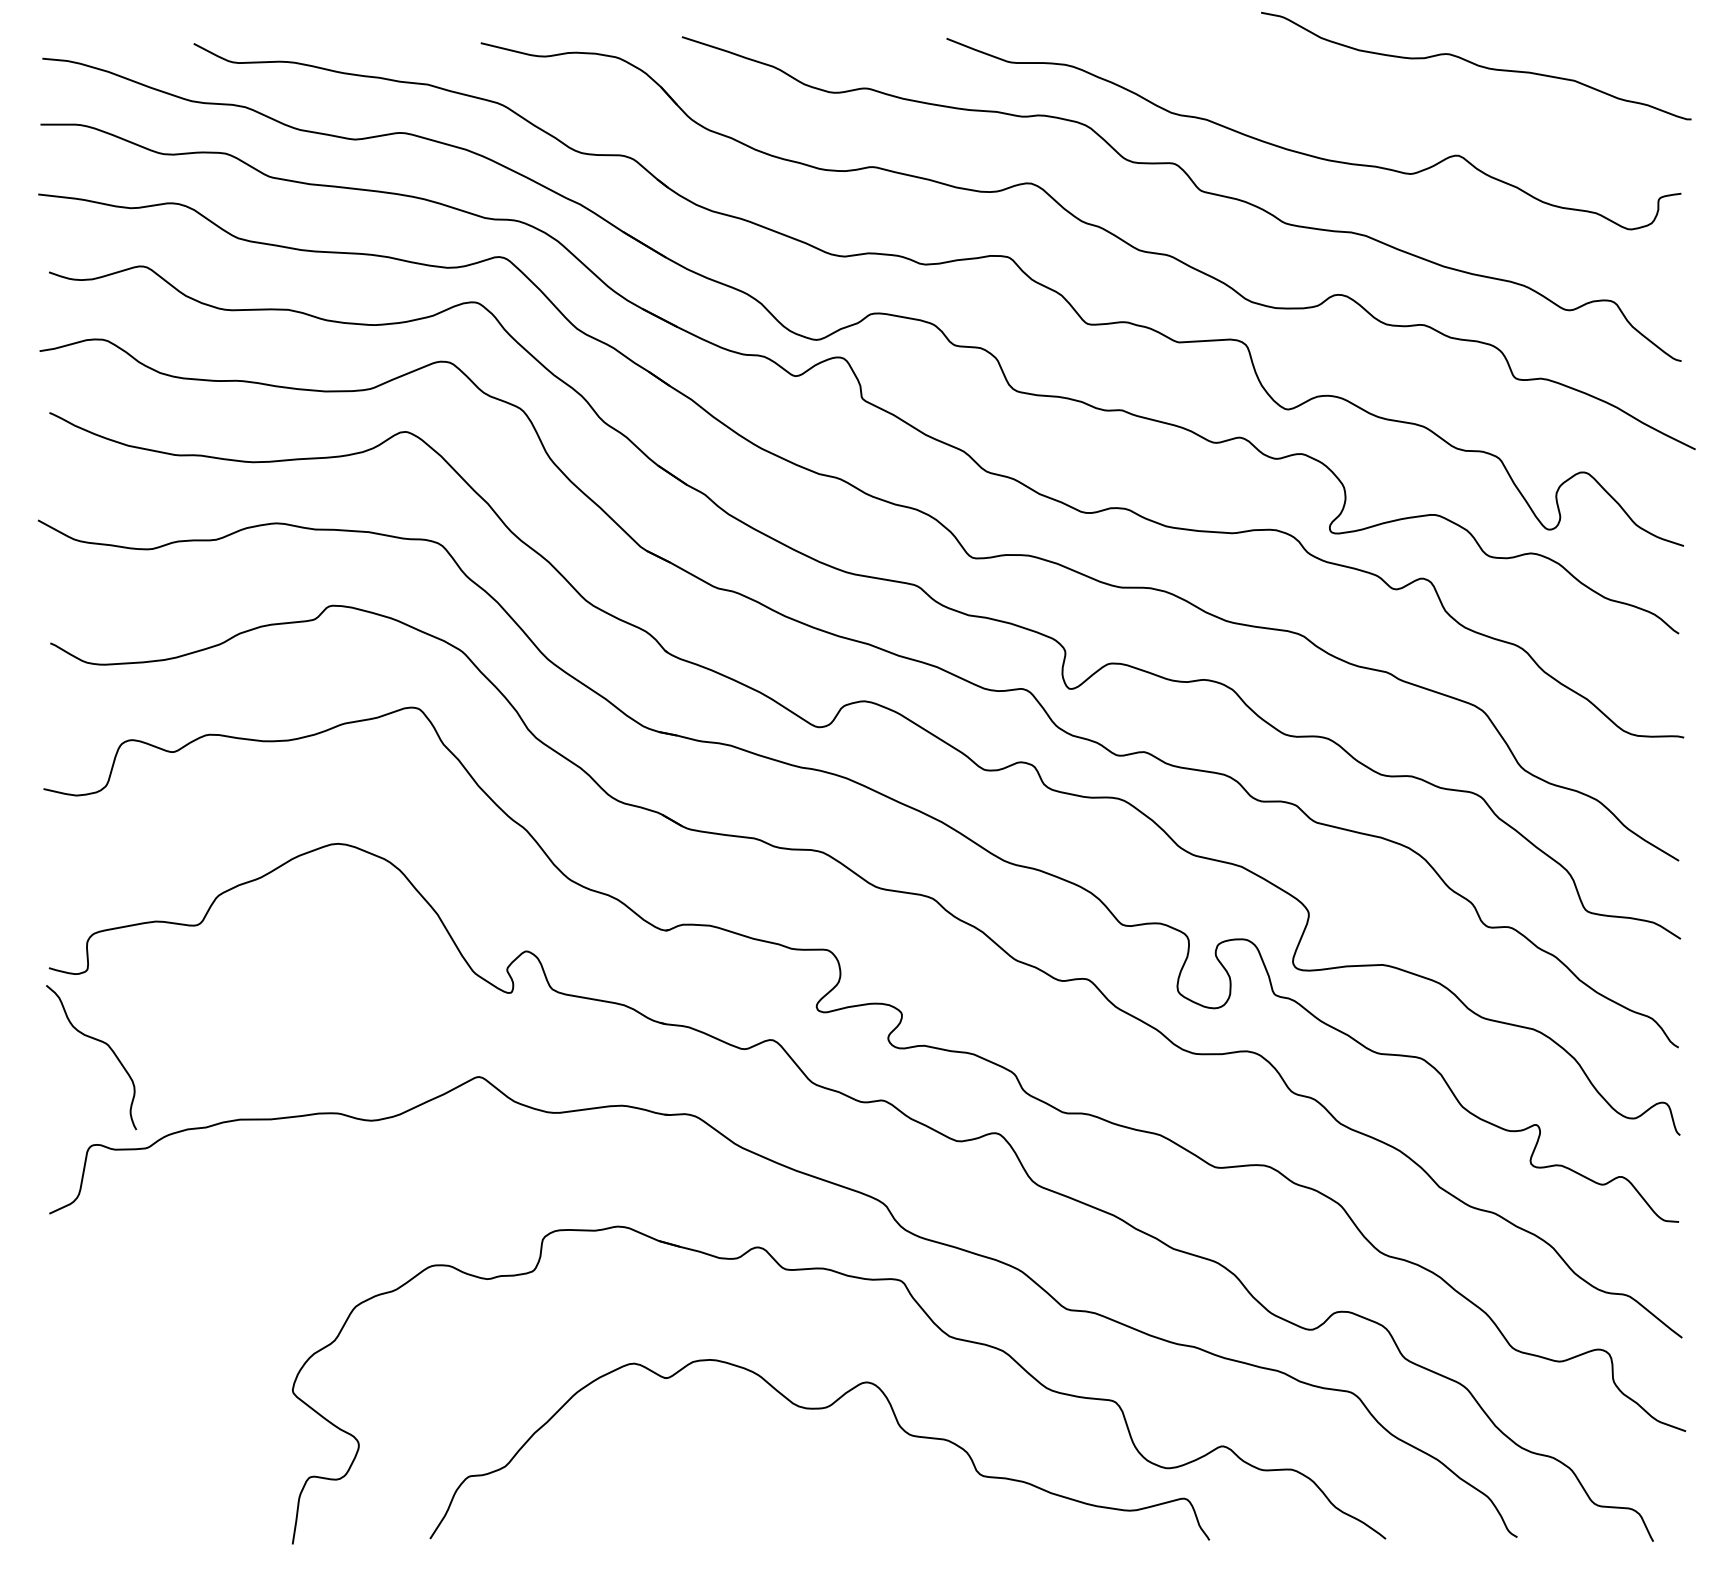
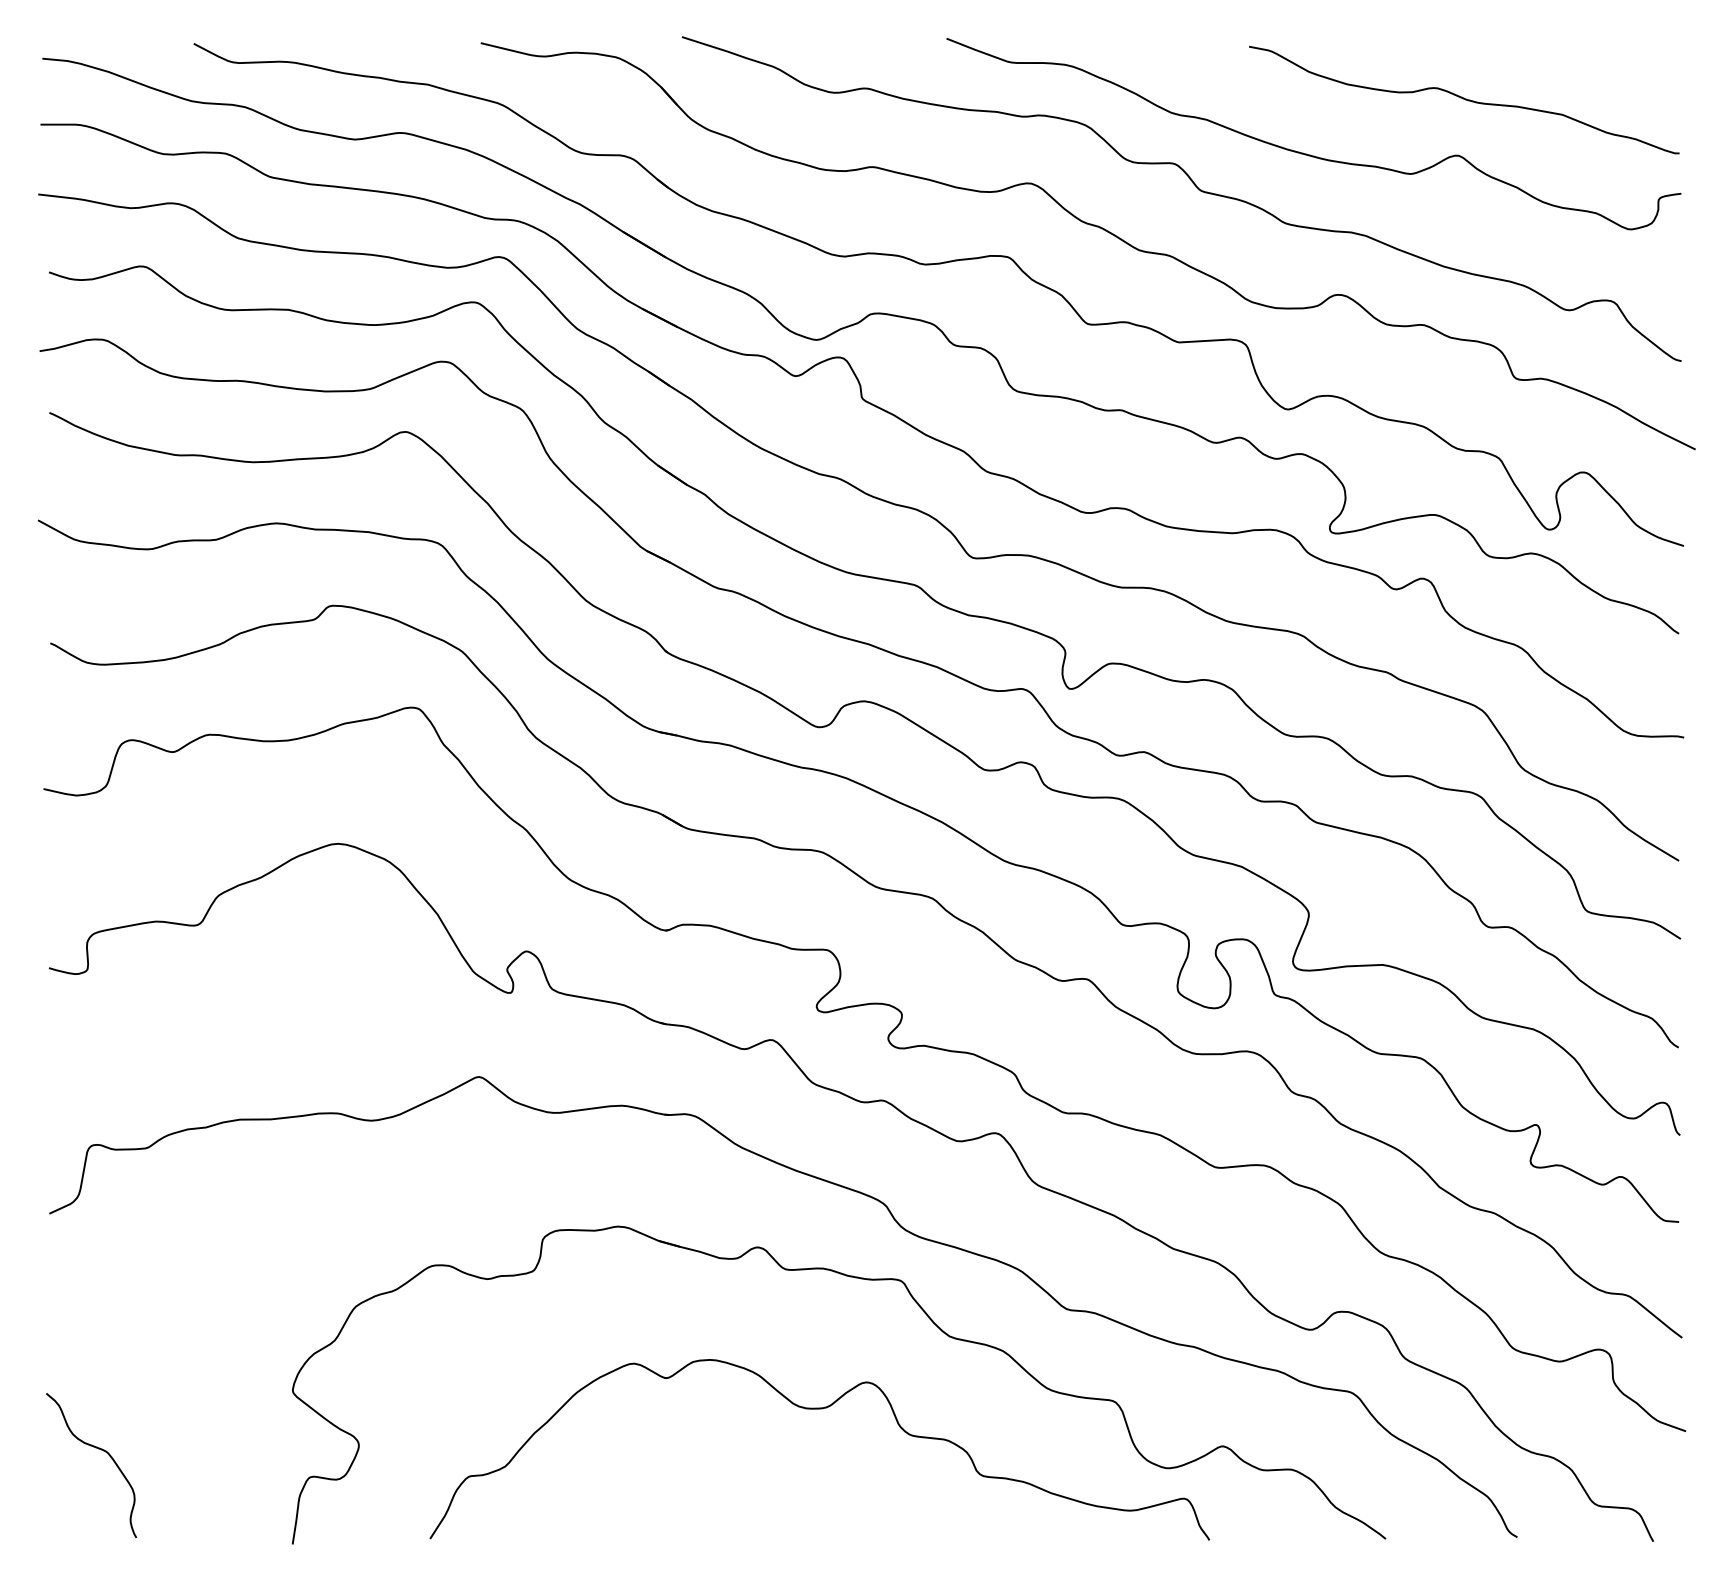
curve at (1476, 65) position: (1476, 65) -> (1464, 99)
curve at (95, 1040) position: (95, 1040) -> (95, 1448)
